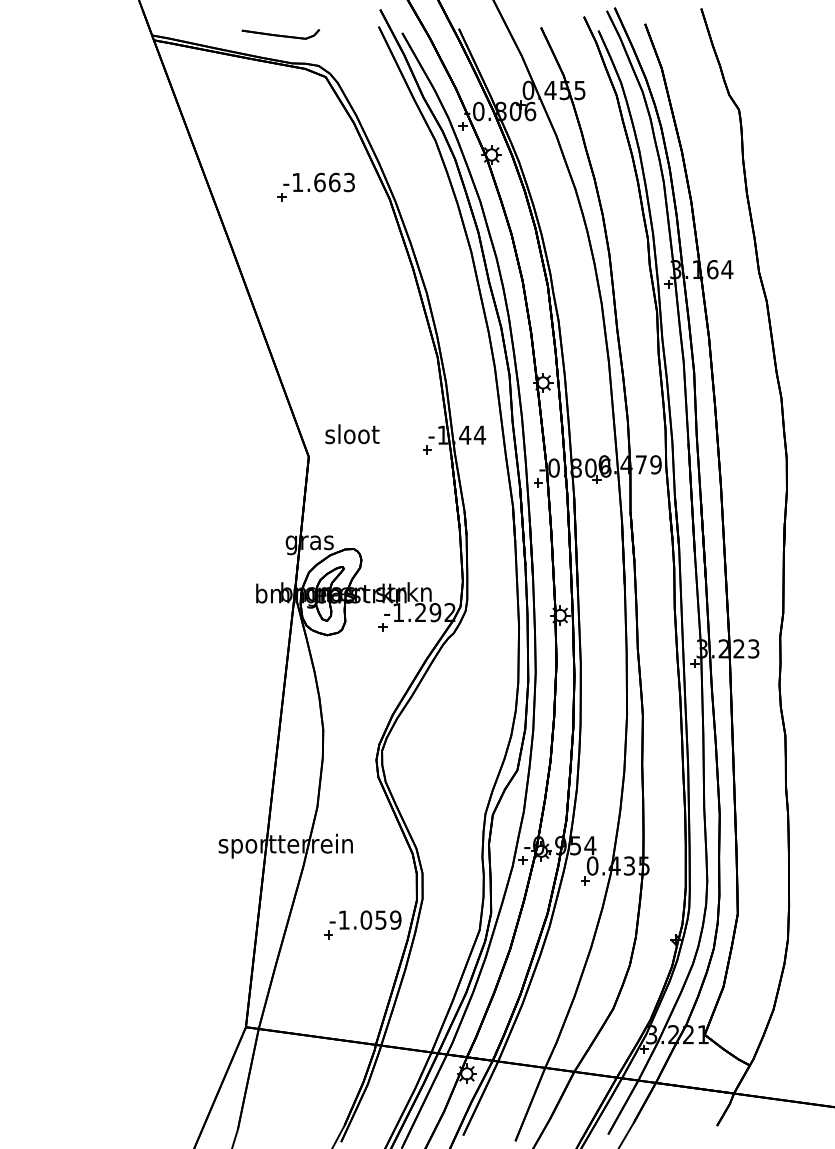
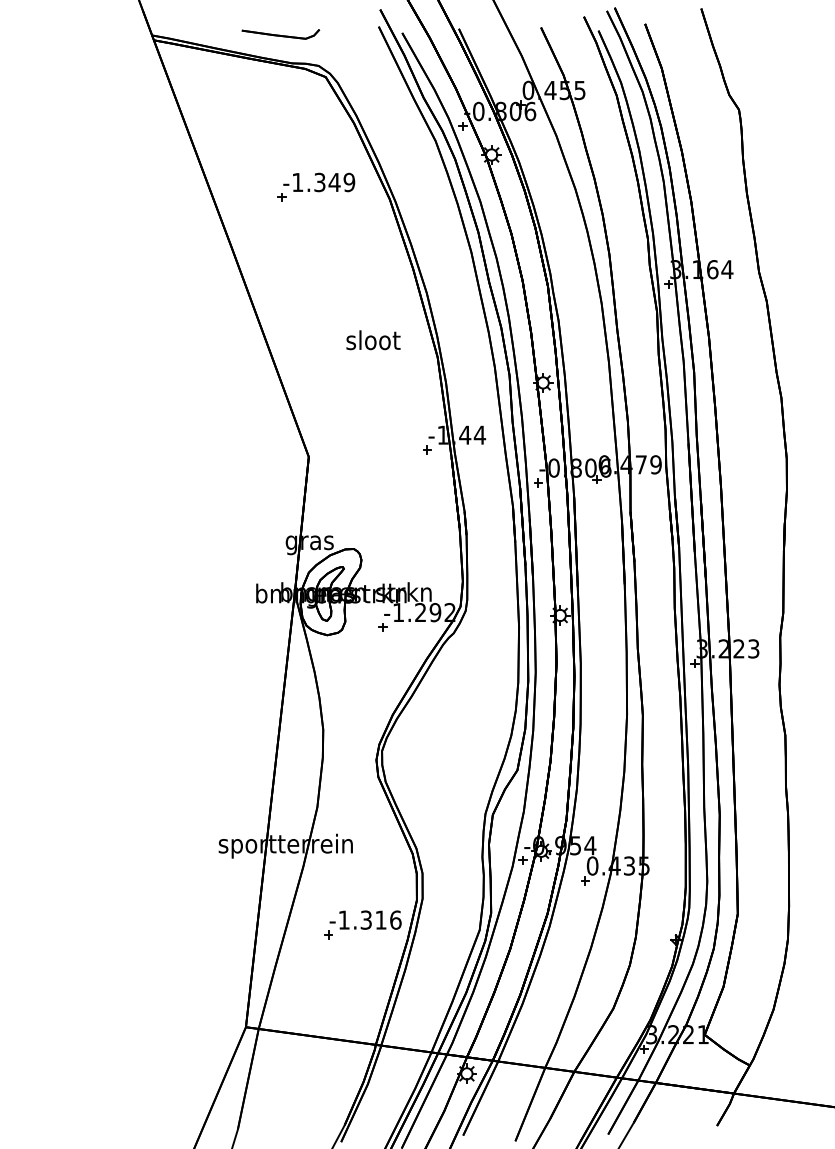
text at (334, 182): -1.663 -> -1.349
text at (352, 434) position: (352, 434) -> (373, 340)
text at (380, 919): -1.059 -> -1.316
